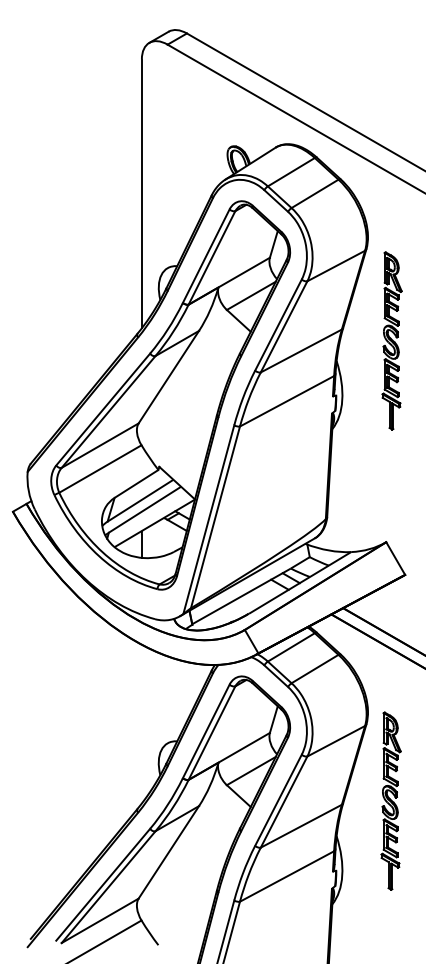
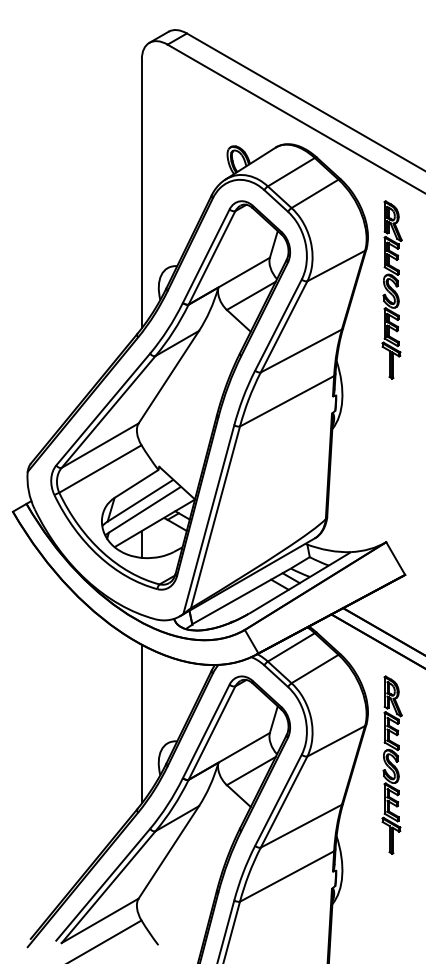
part at (391, 340) position: (391, 340) -> (391, 289)
line at (141, 723): none -> present
part at (390, 800) position: (390, 800) -> (391, 764)
